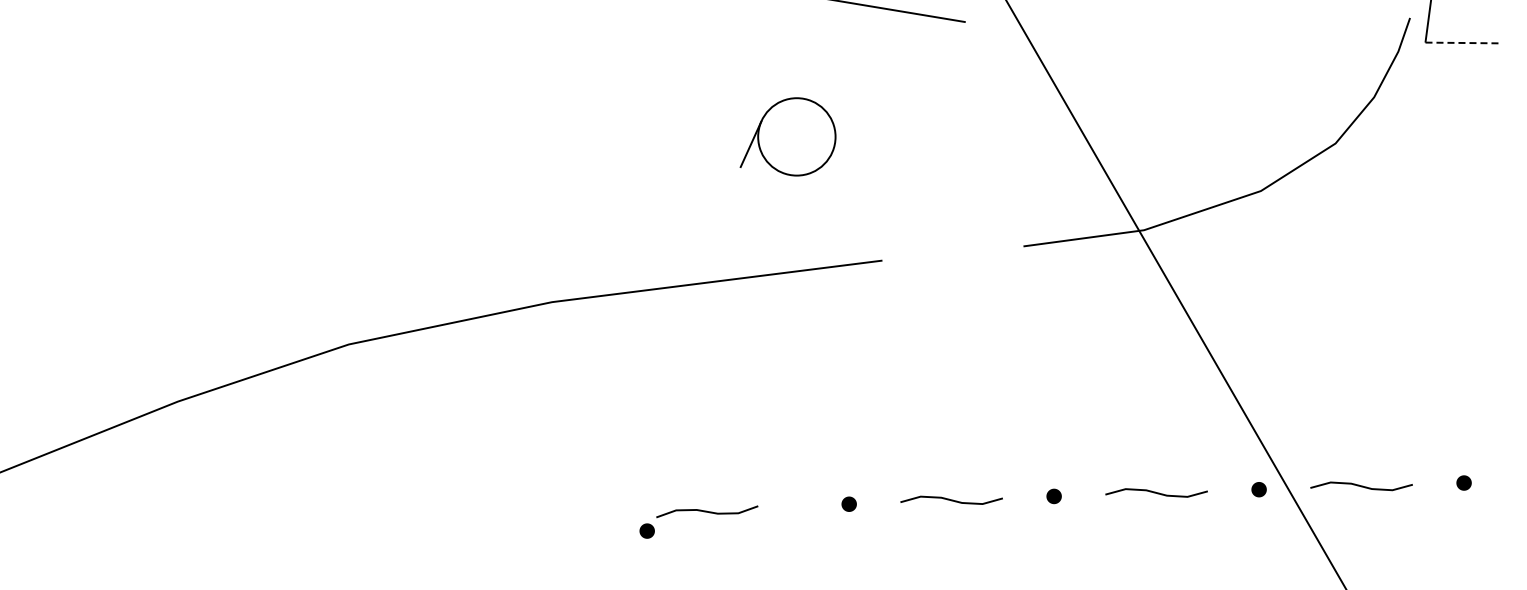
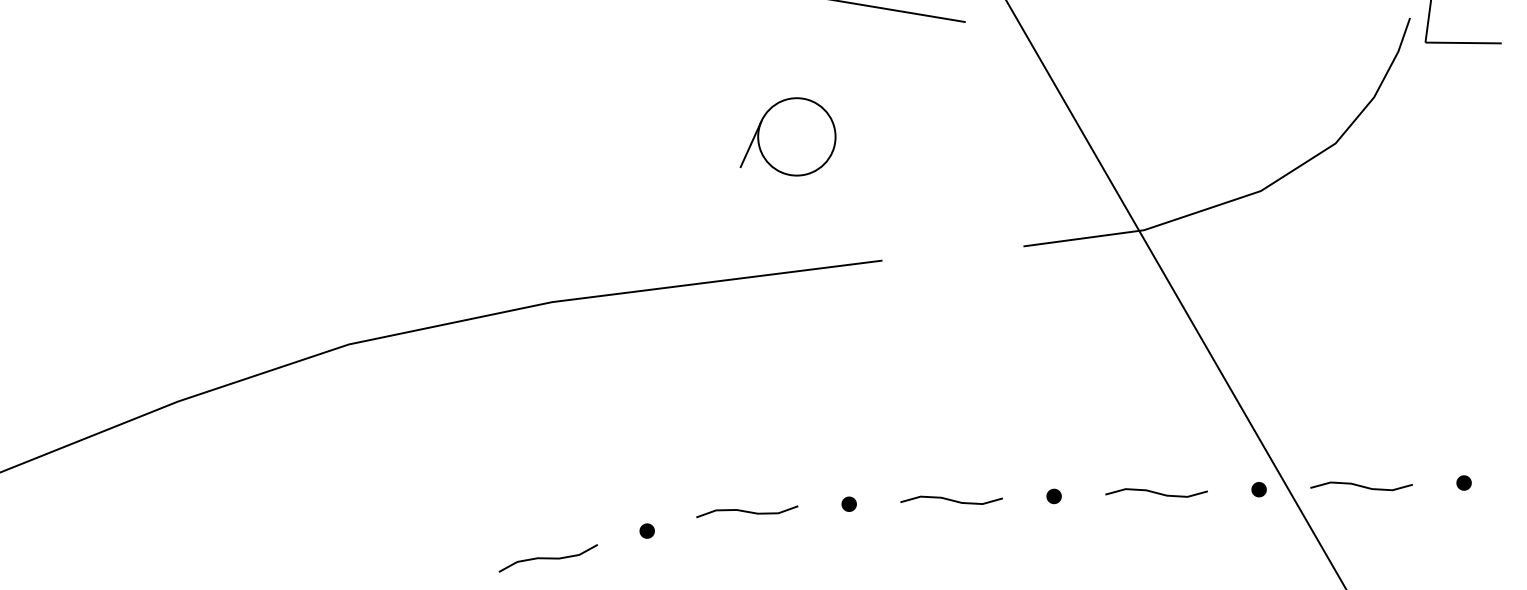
line at (1464, 43): dashed -> solid
curve at (707, 511) position: (707, 511) -> (747, 511)
curve at (547, 558): none -> present
